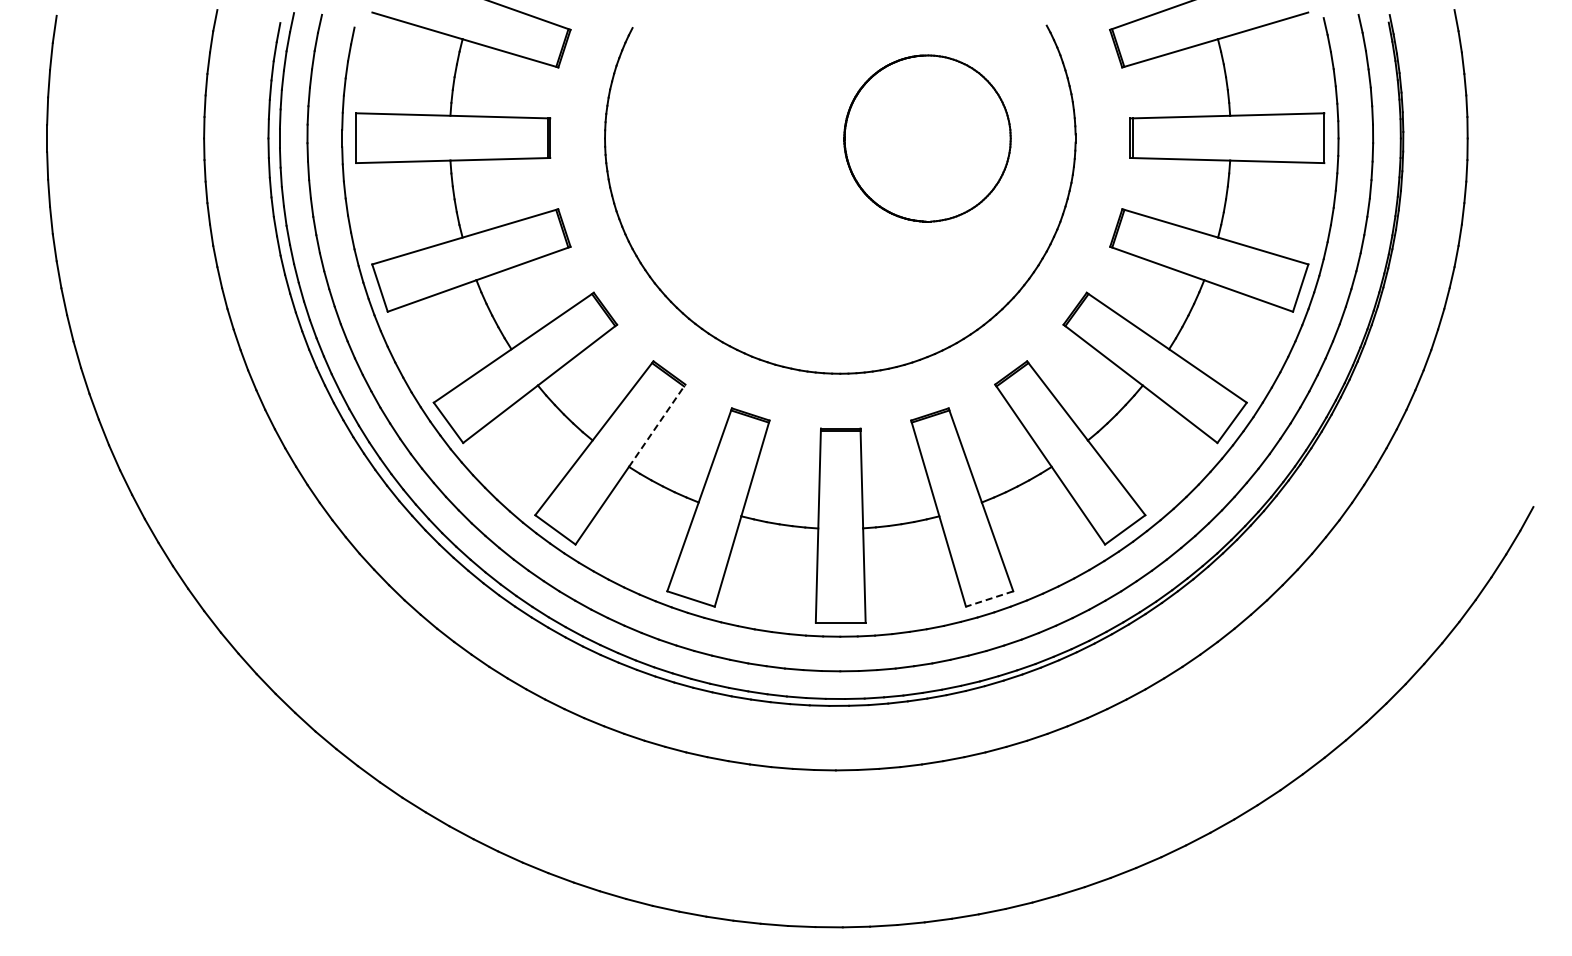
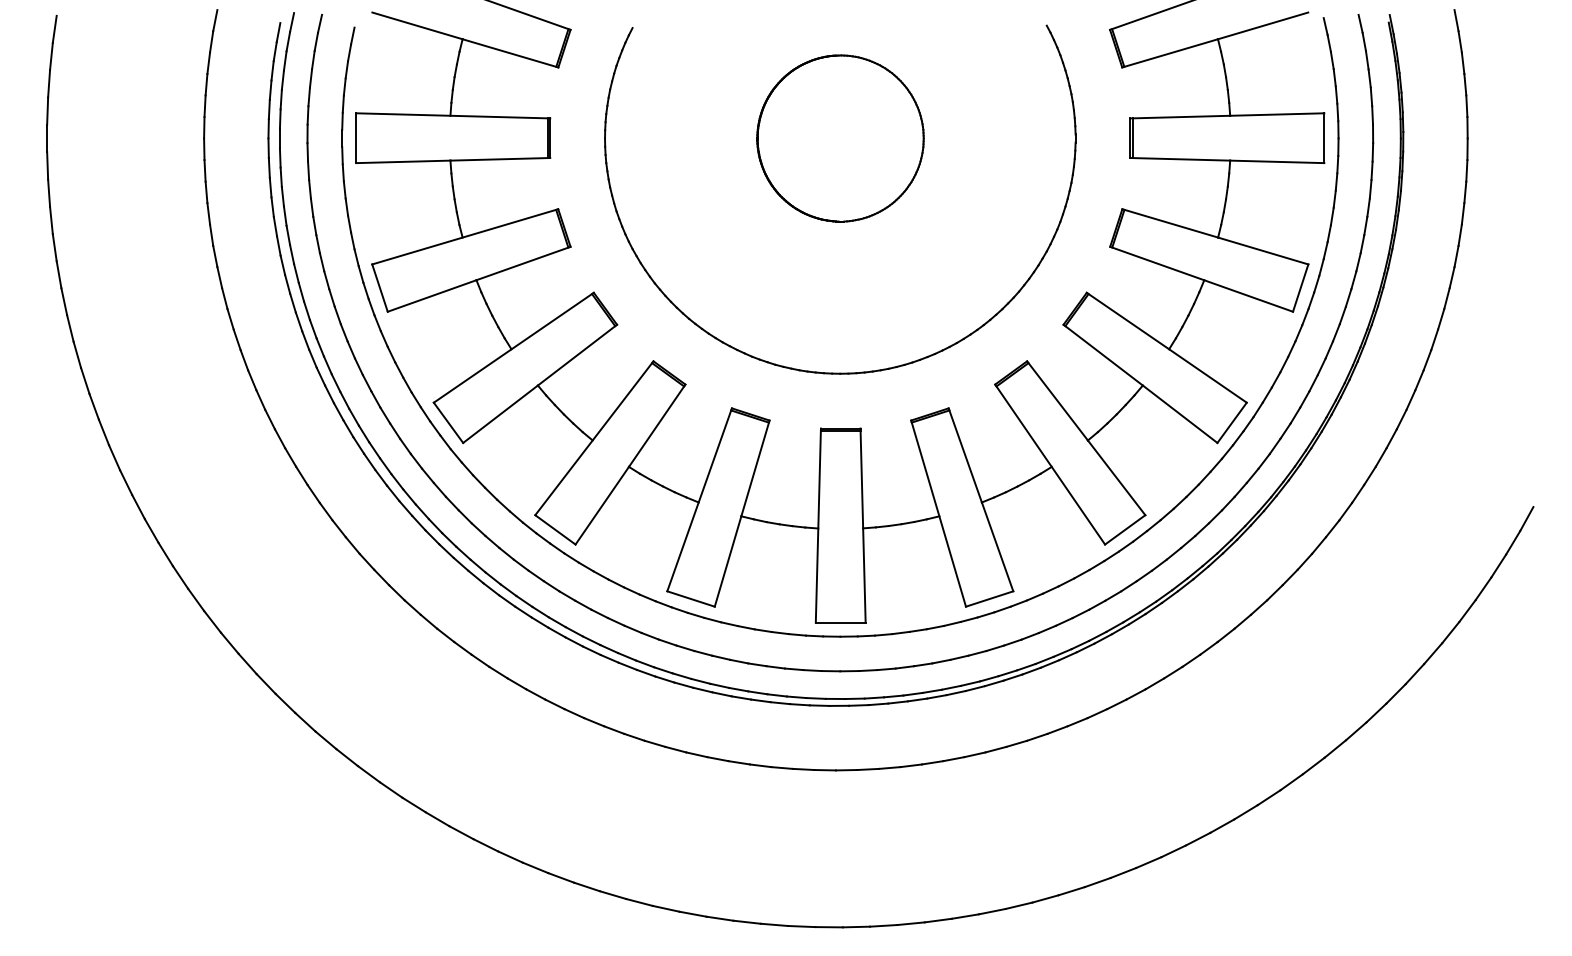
part at (927, 138) position: (927, 138) -> (840, 138)
line at (657, 425): dashed -> solid
line at (989, 599): dashed -> solid
